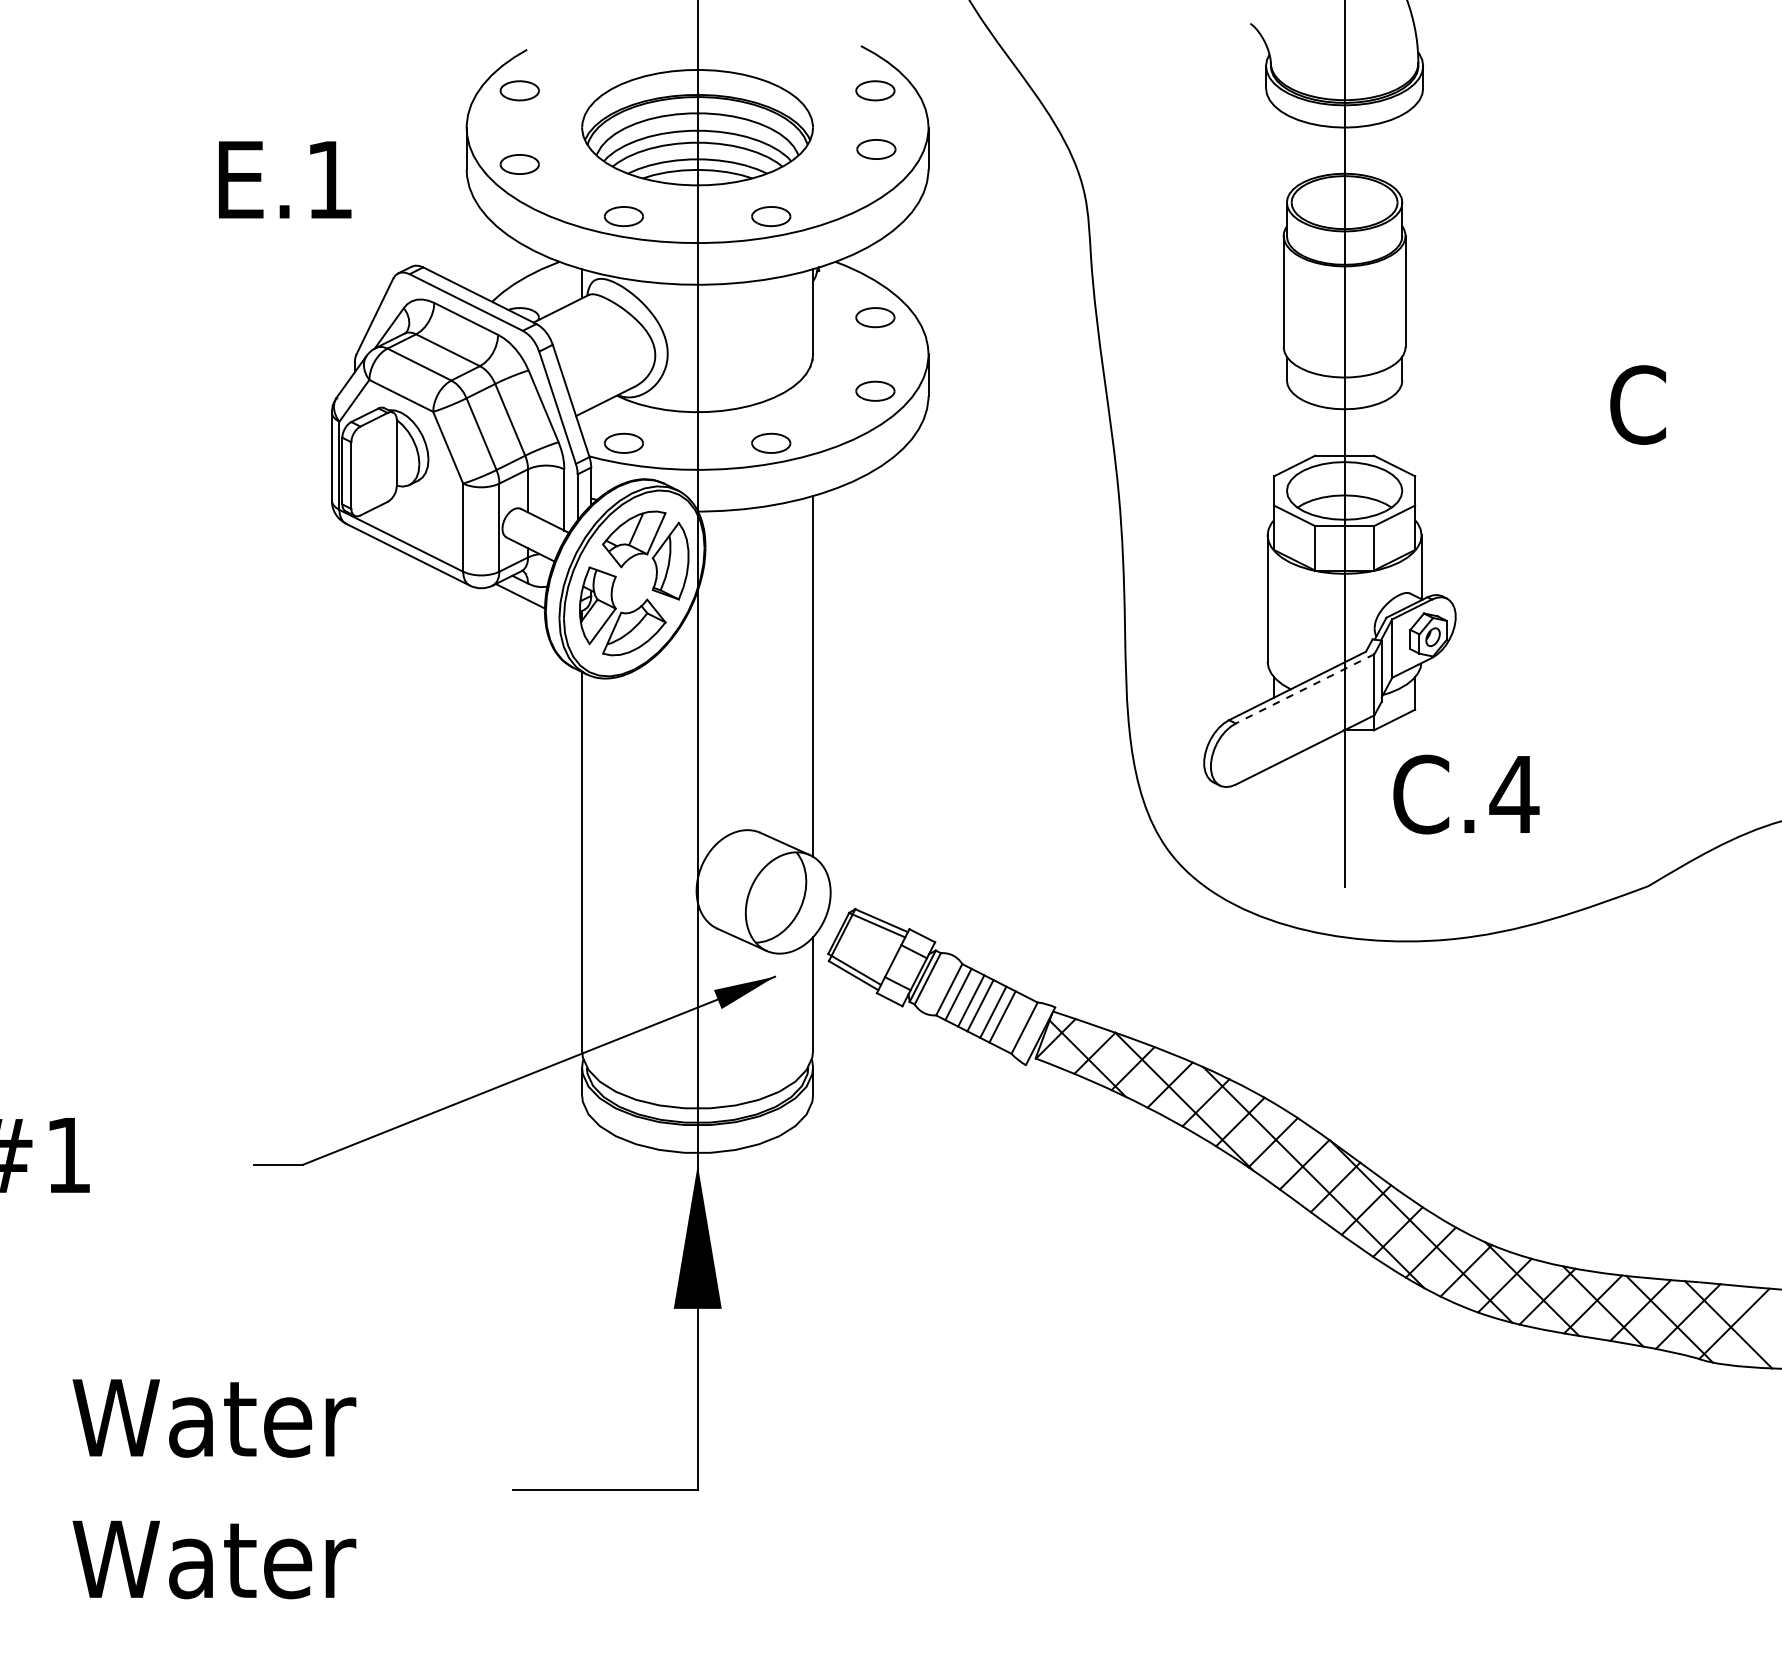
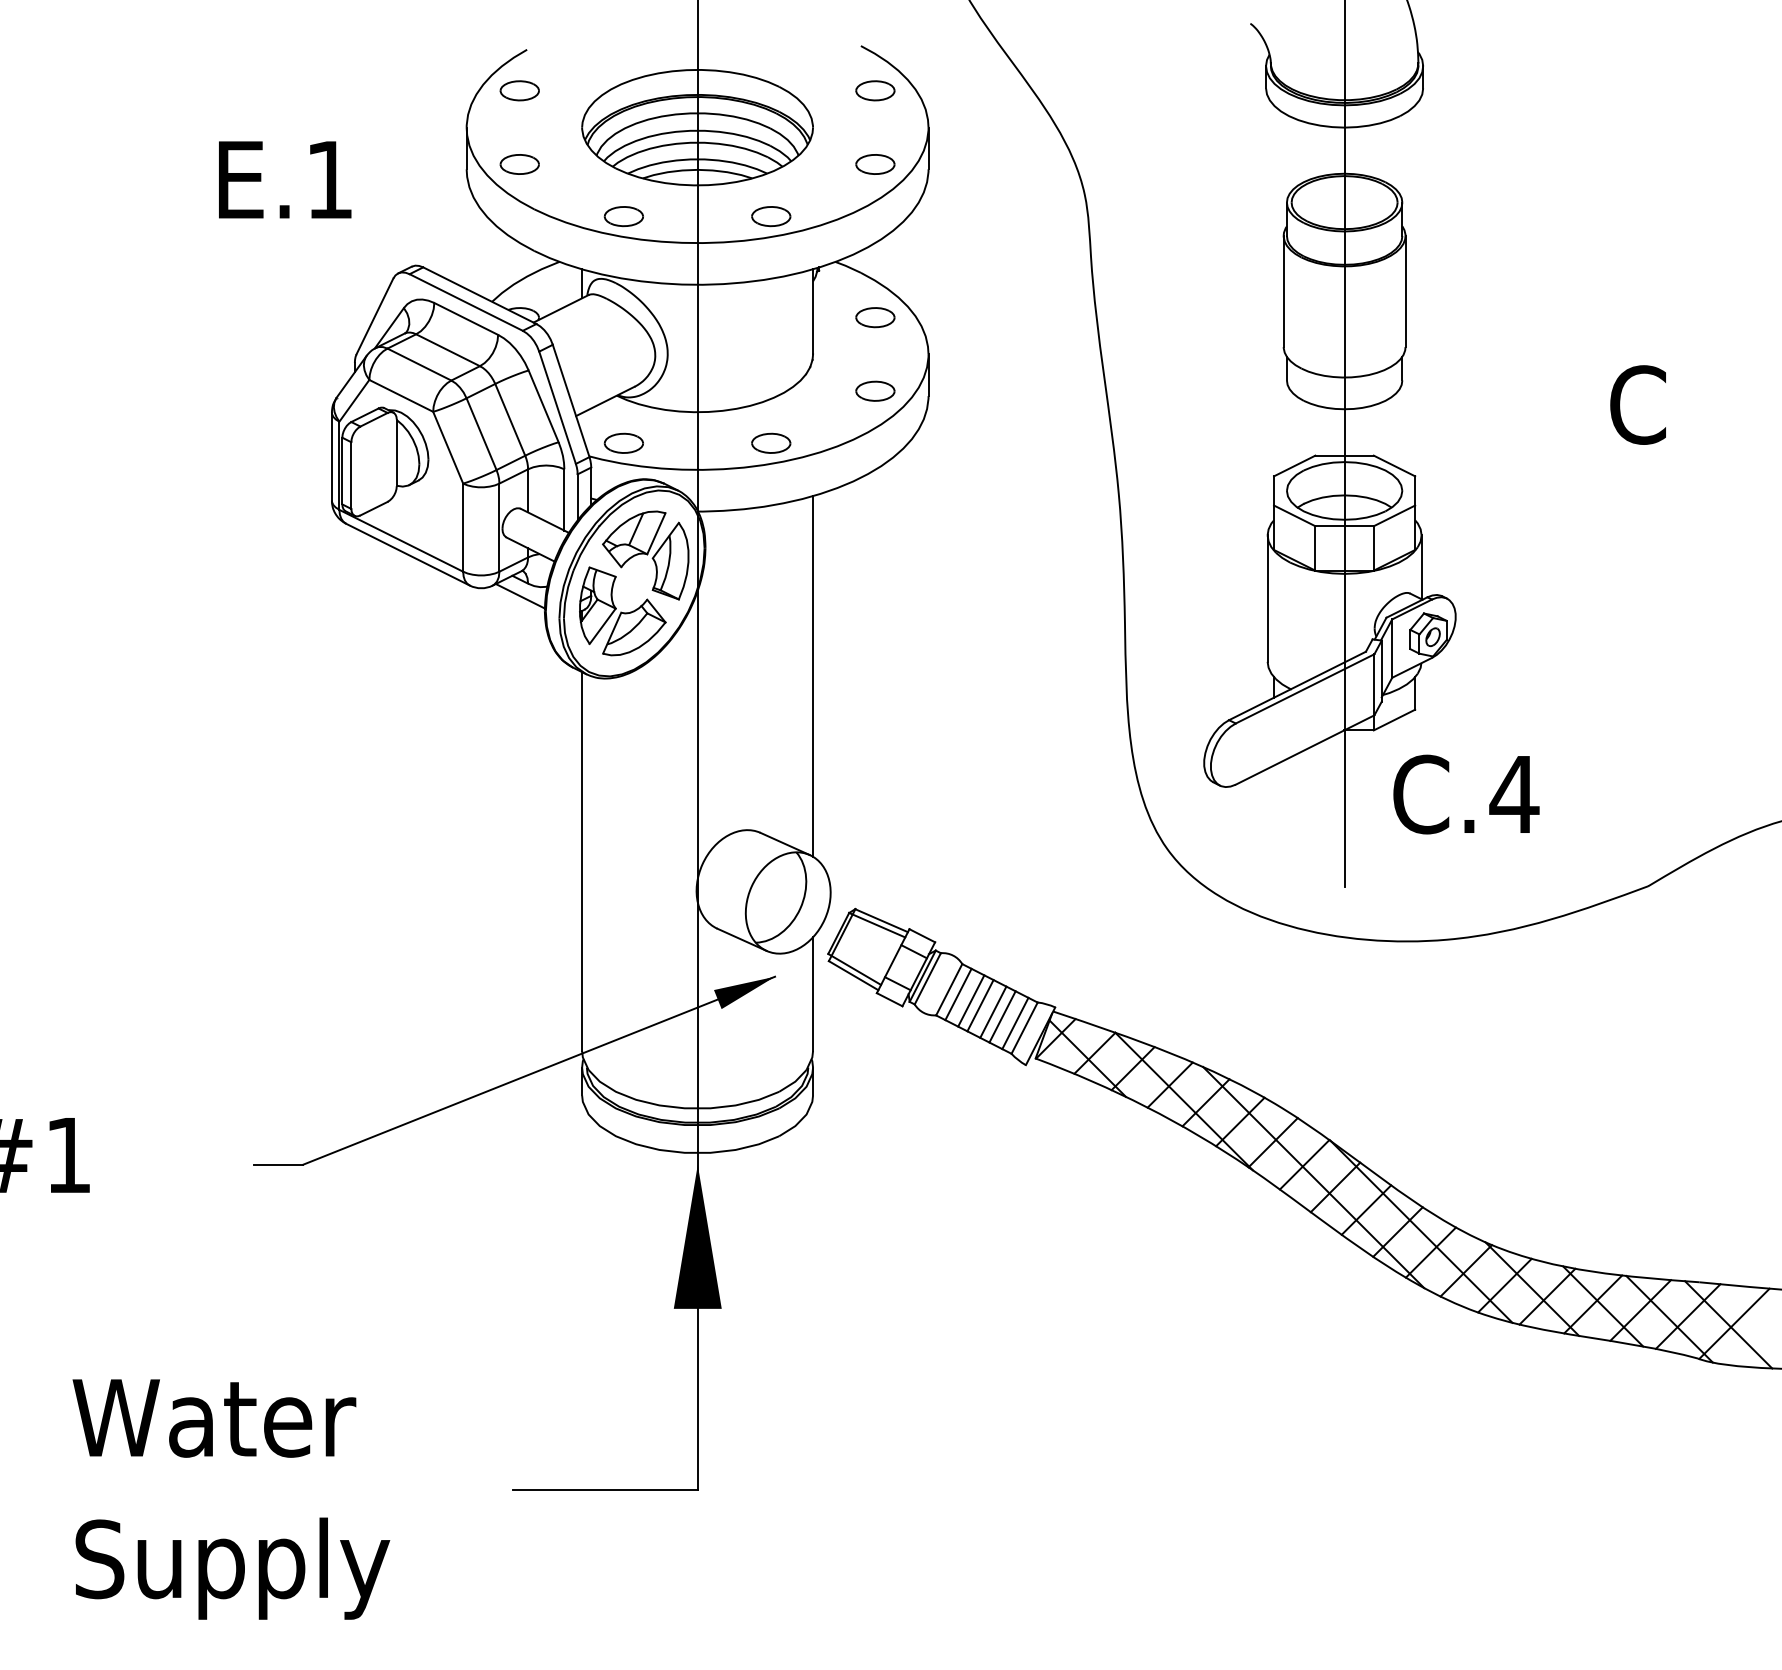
part at (876, 149) position: (876, 149) -> (875, 164)
line at (1304, 689): dashed -> solid
line at (1015, 1023): none -> present
text at (231, 1568): Water -> Supply
